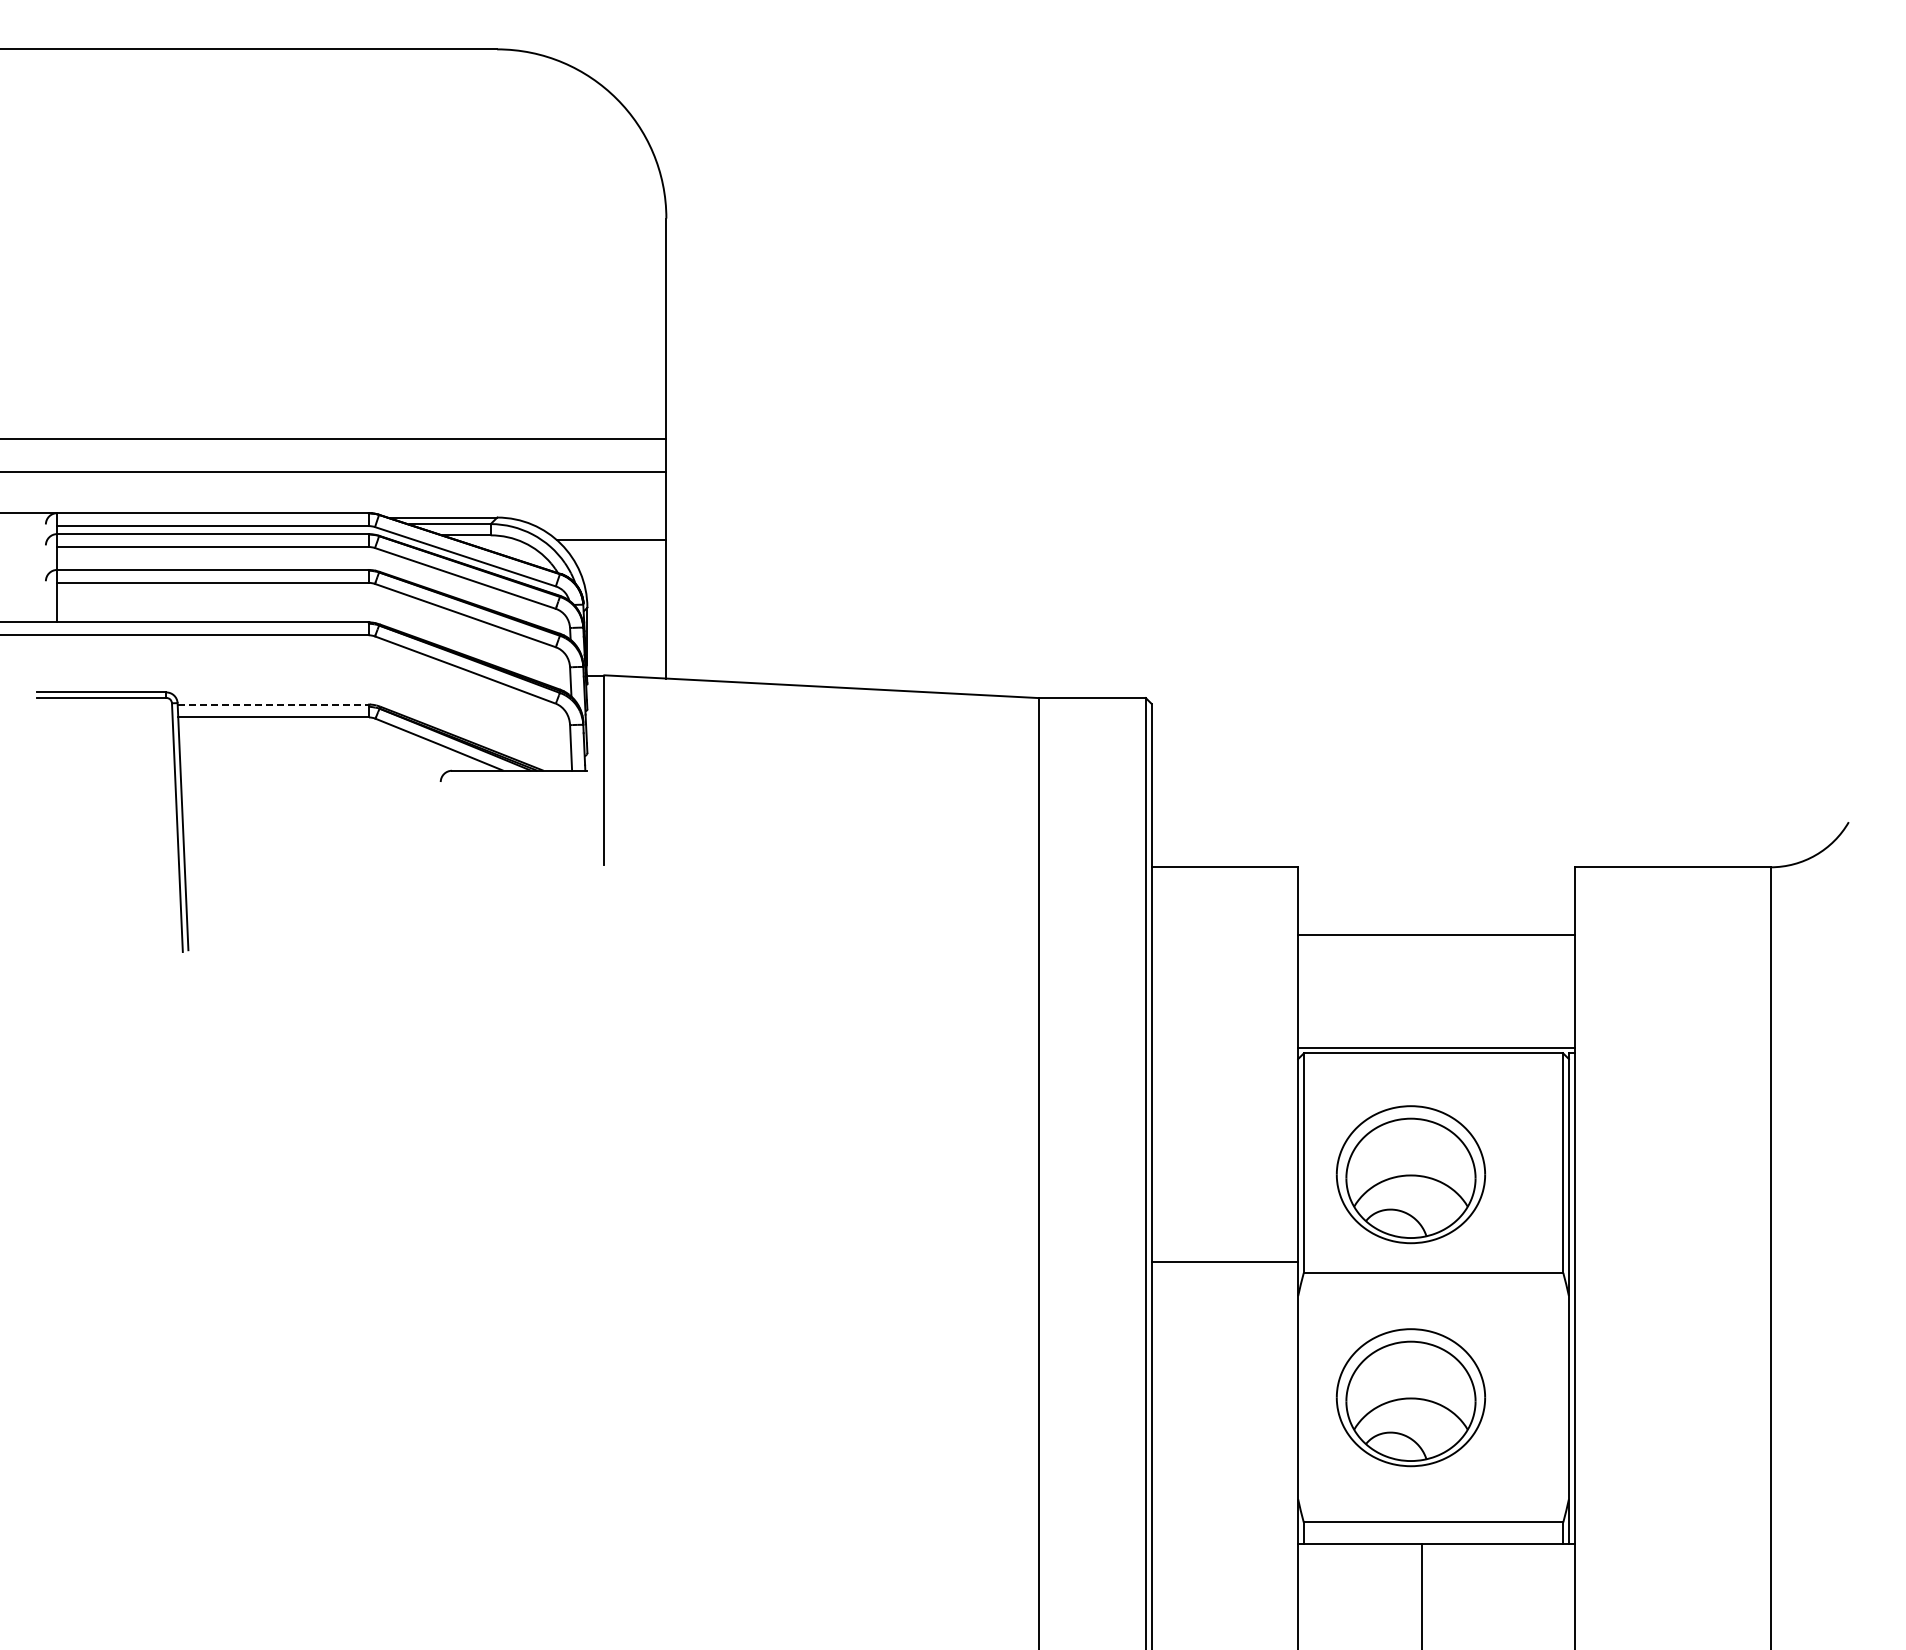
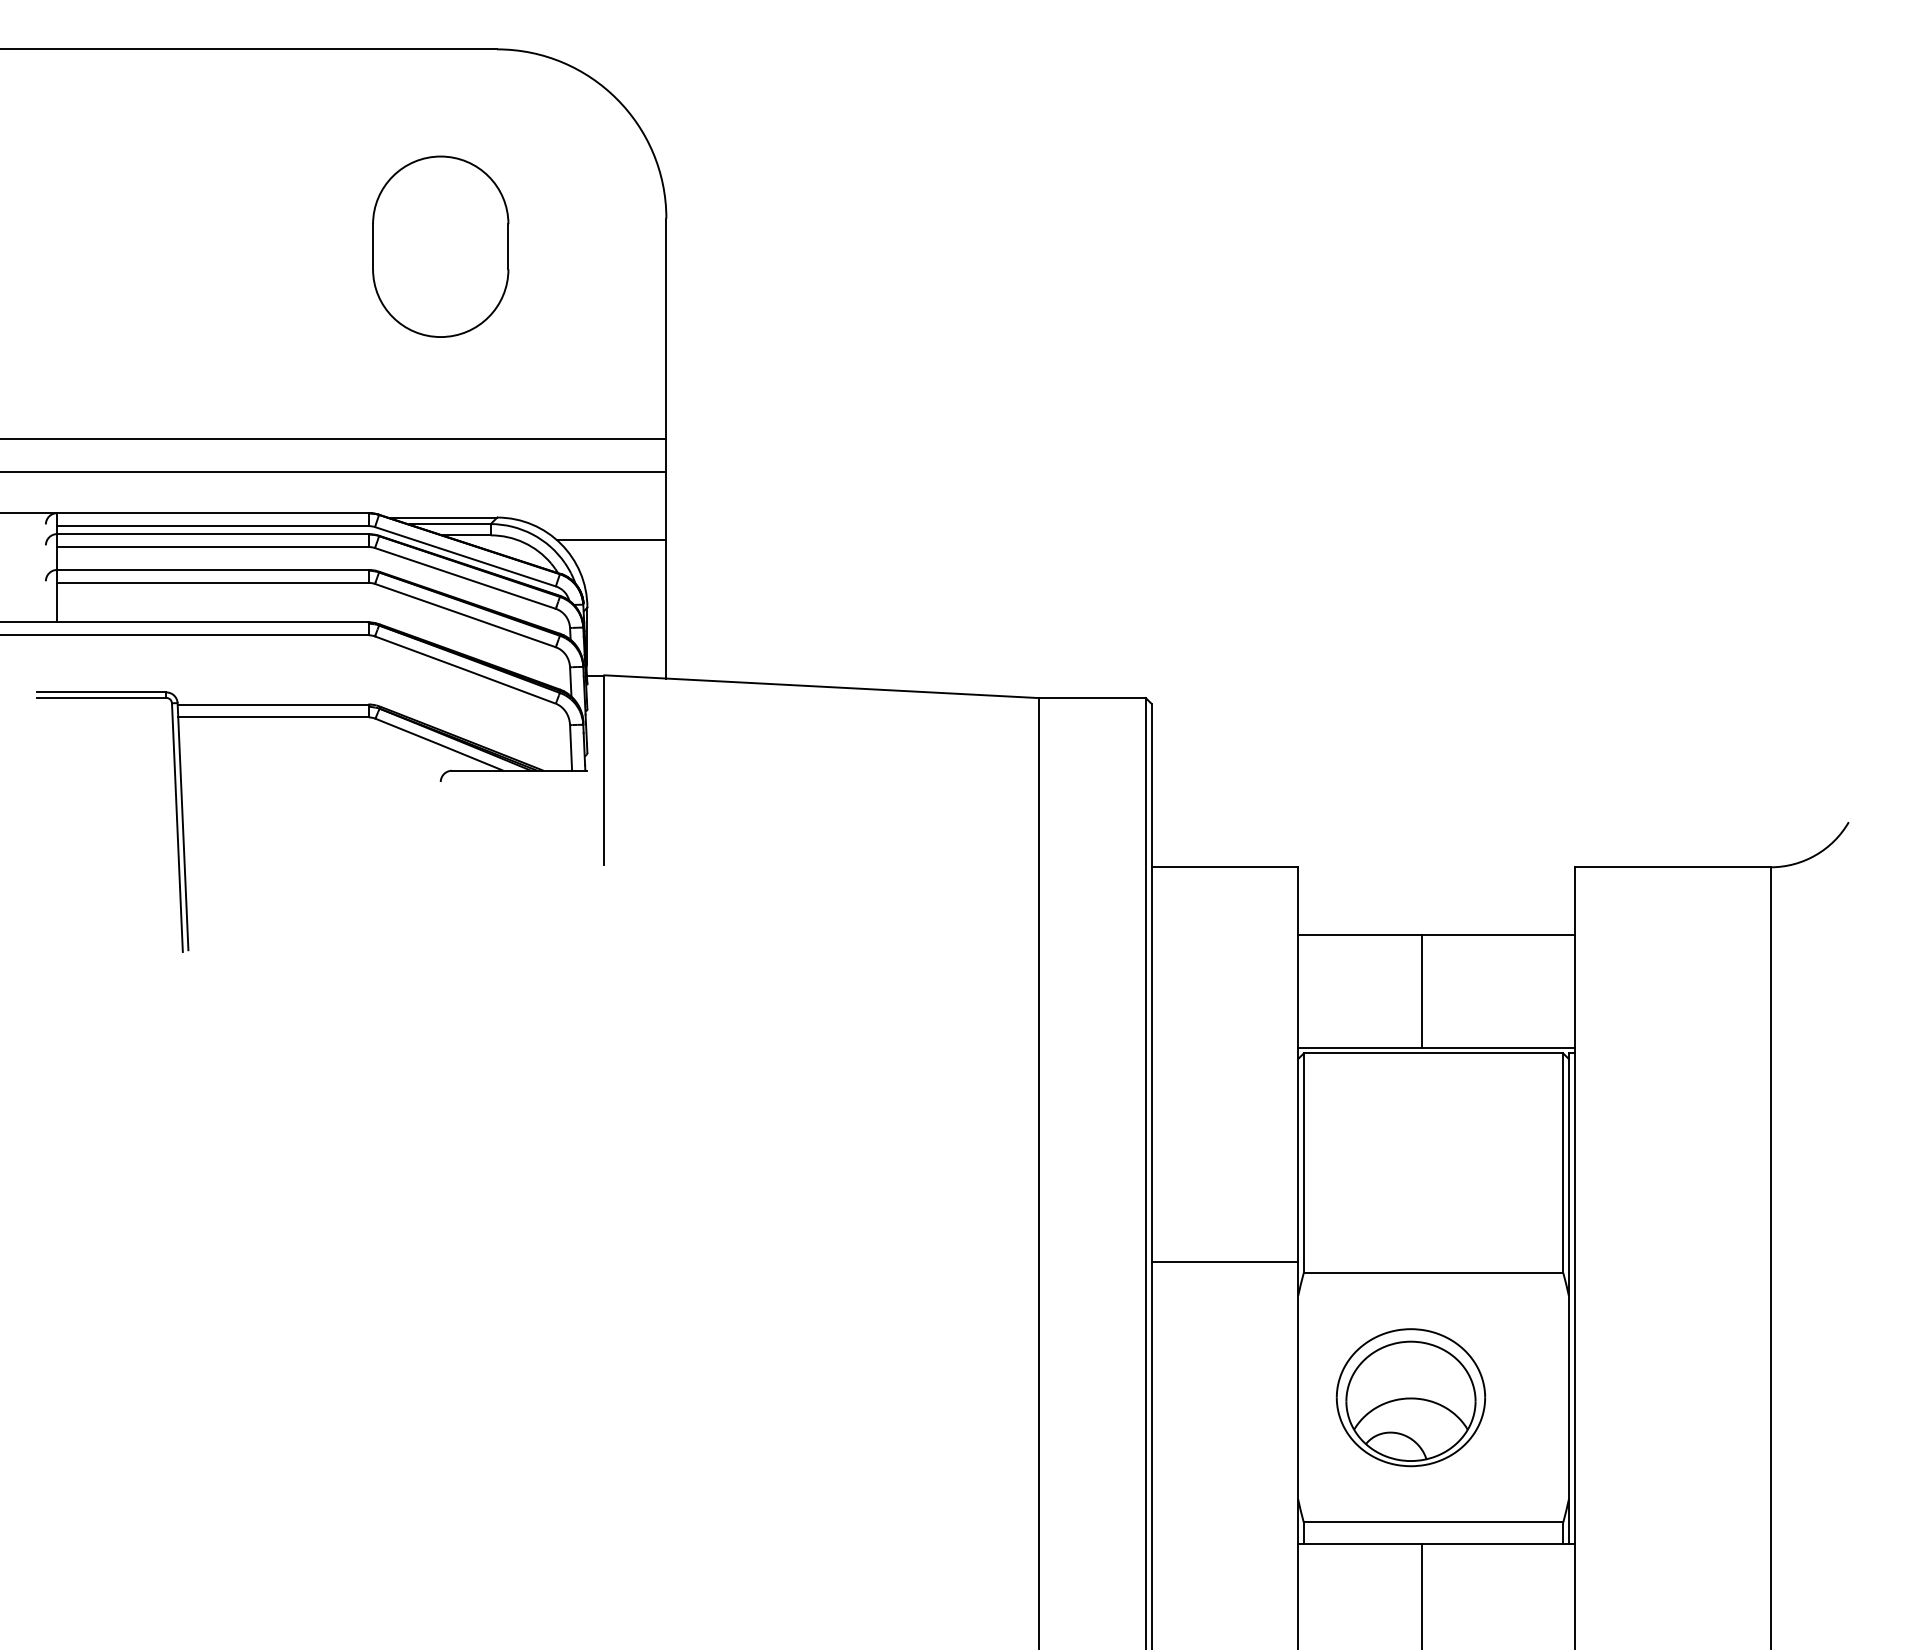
part at (440, 246): none -> present
line at (273, 704): dashed -> solid
line at (1422, 990): none -> present
part at (1410, 1174): present -> none
